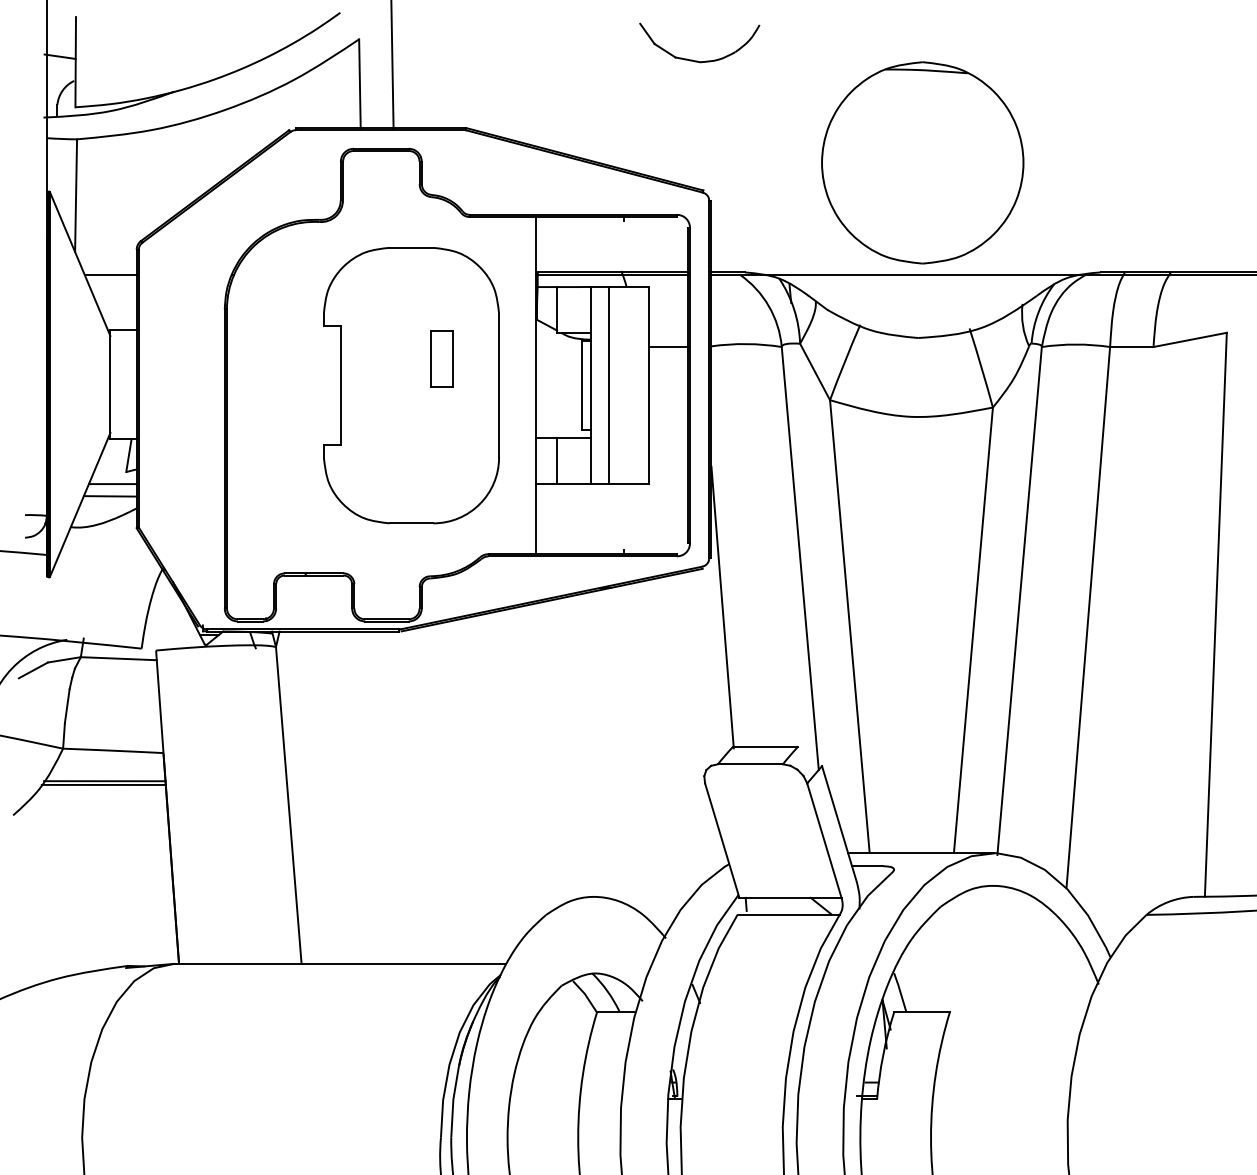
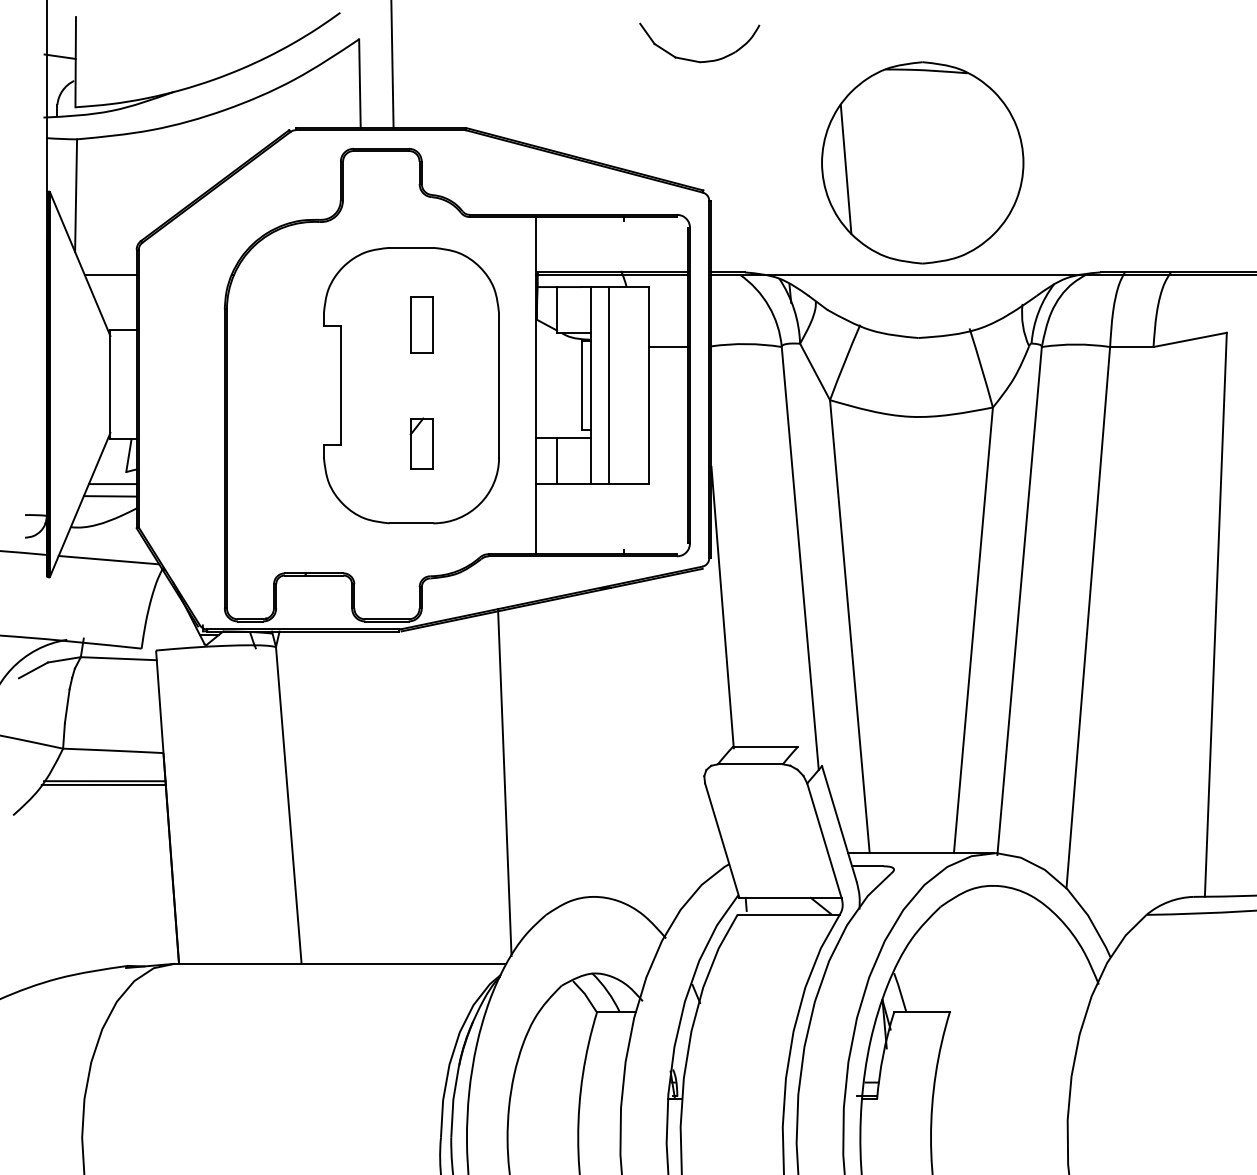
line at (845, 168): none -> present
part at (441, 358) position: (441, 358) -> (421, 324)
part at (421, 443): none -> present
line at (108, 559): none -> present
line at (504, 782): none -> present
